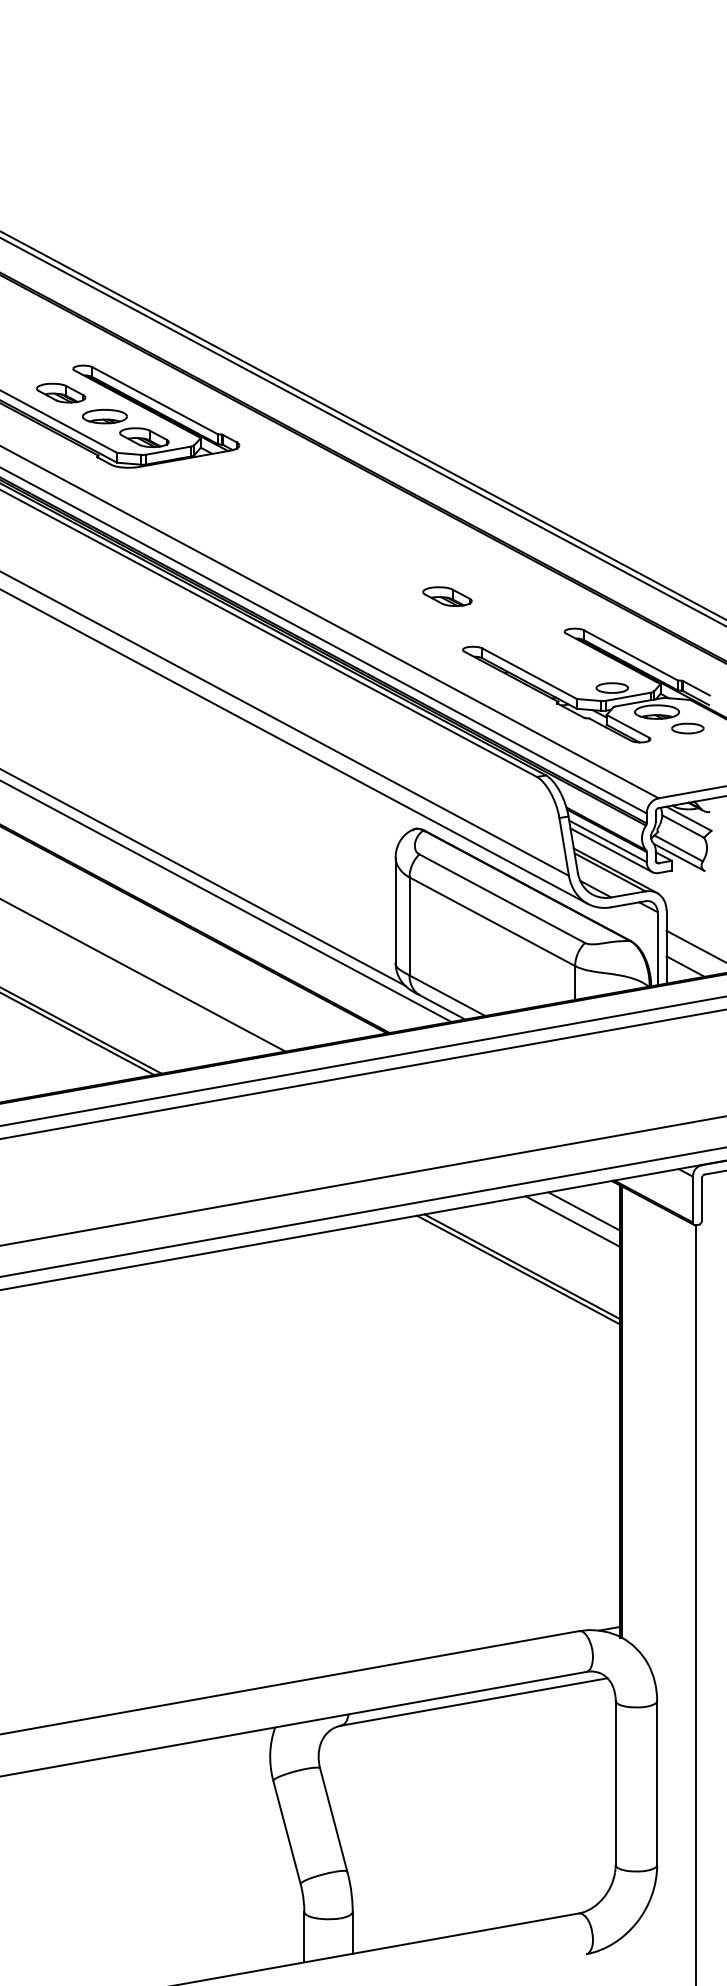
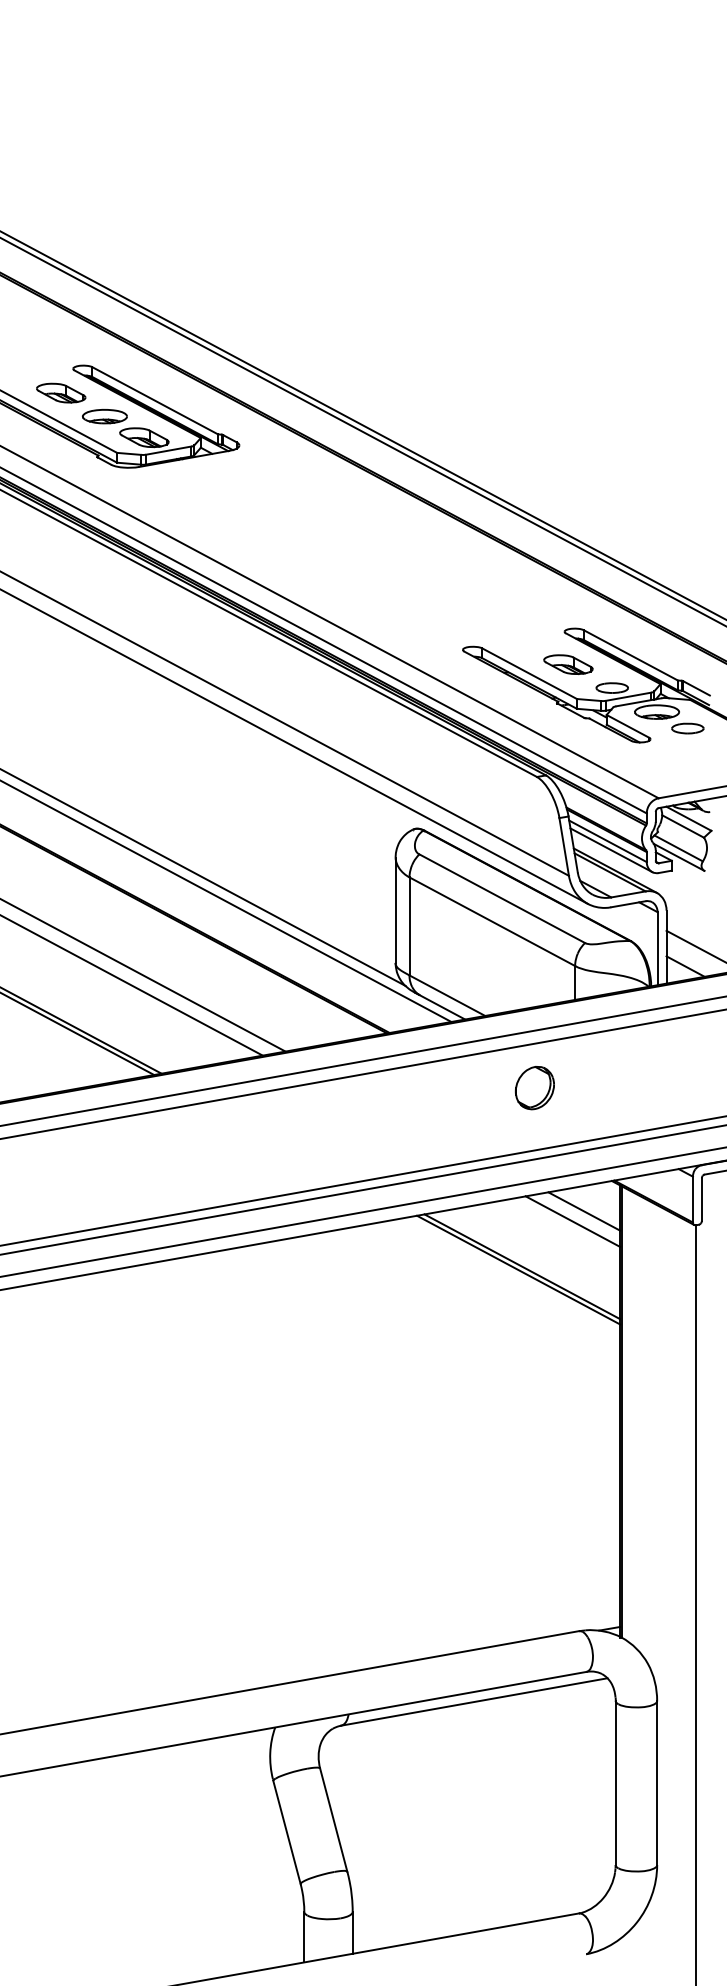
part at (447, 596) position: (447, 596) -> (568, 664)
line at (132, 985): none -> present
part at (534, 1088): none -> present
line at (362, 1189): none -> present
